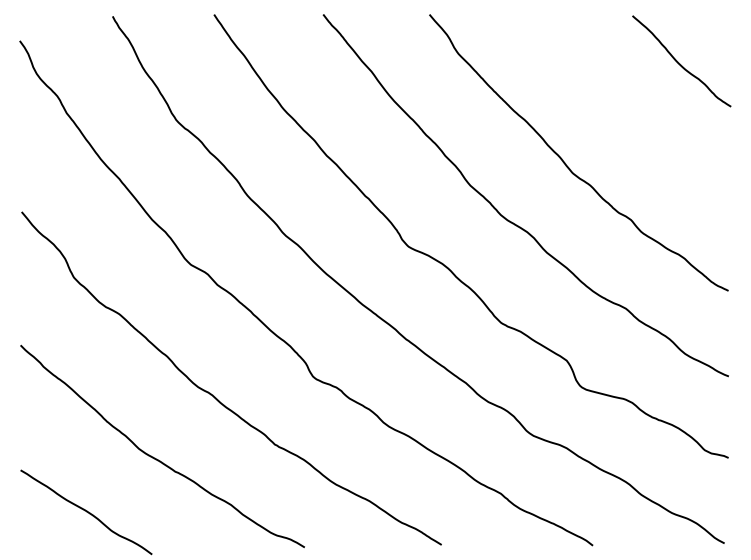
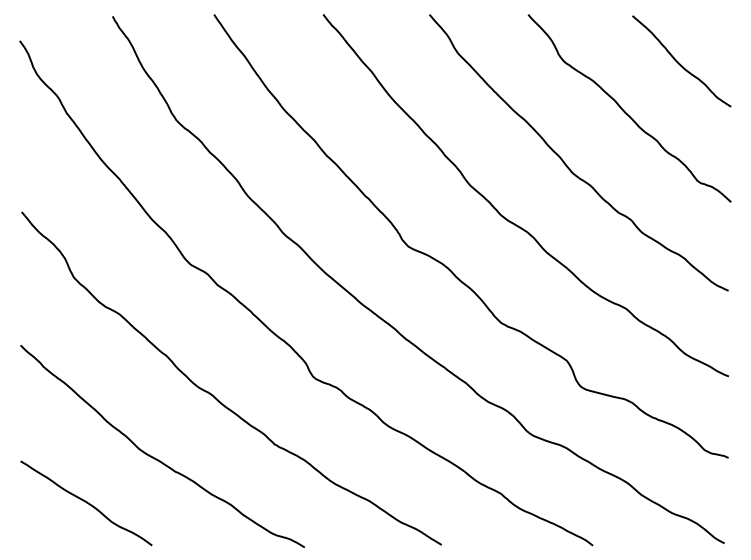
curve at (625, 111): none -> present
curve at (86, 512) position: (86, 512) -> (86, 503)
